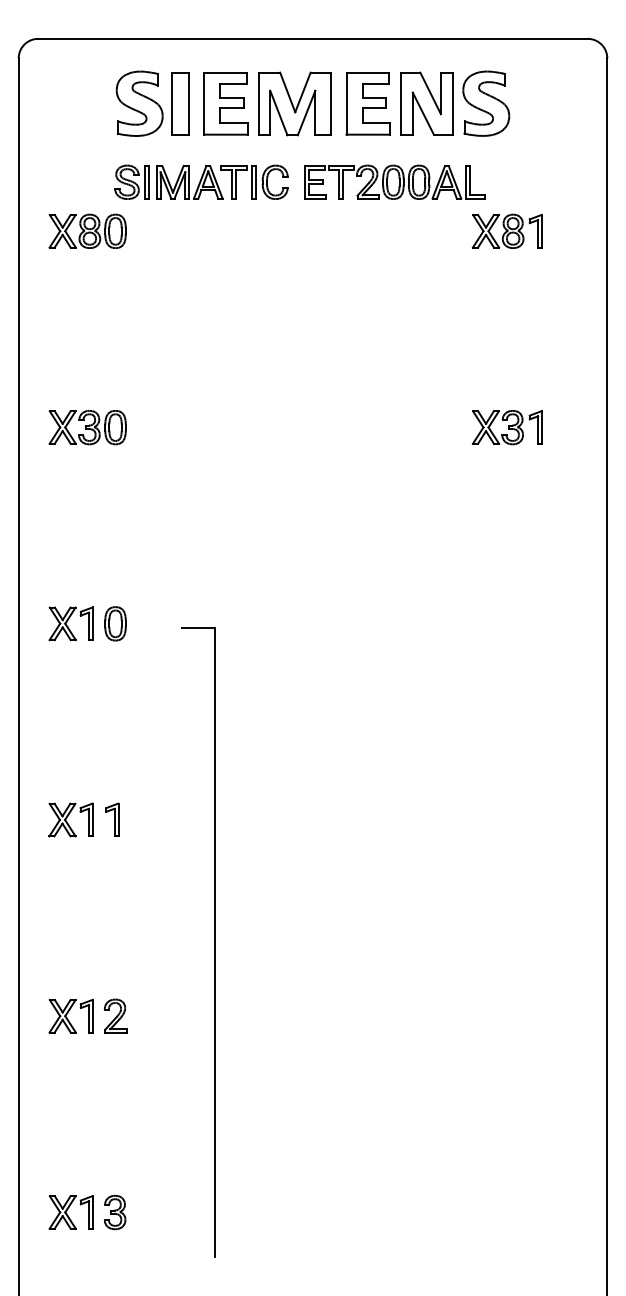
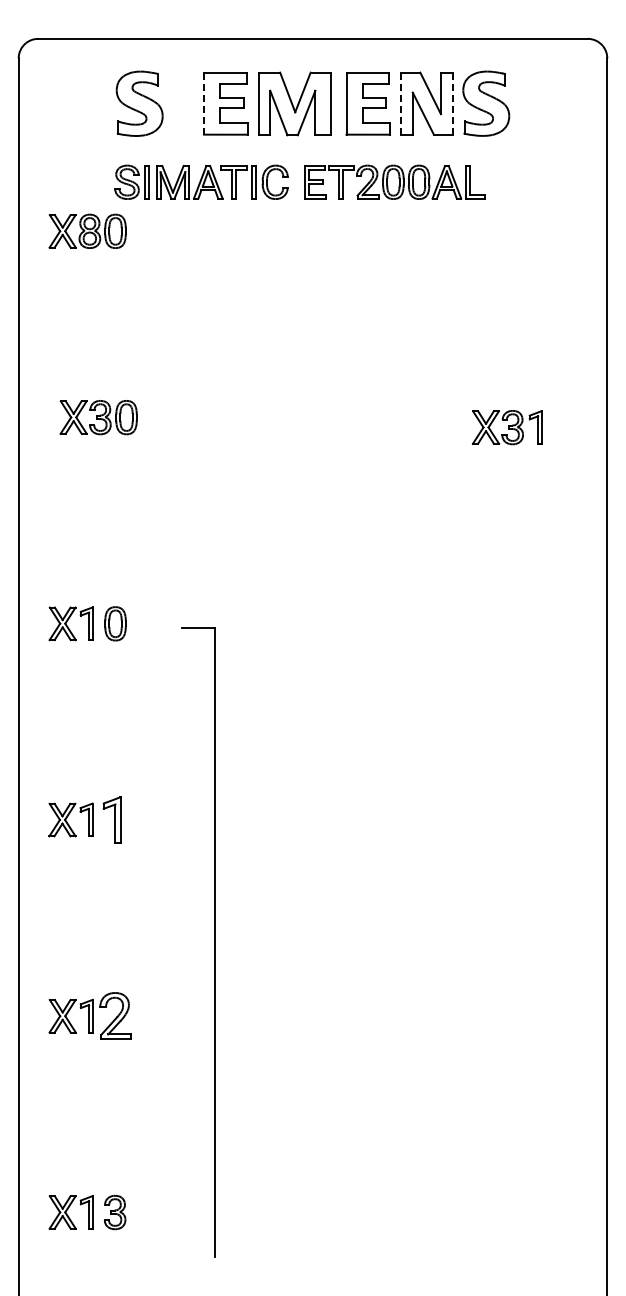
part at (180, 103): present -> none
line at (204, 103): solid -> dashed
line at (401, 103): solid -> dashed
line at (452, 103): solid -> dashed
part at (506, 230): present -> none
part at (87, 427) position: (87, 427) -> (98, 417)
part at (112, 819) size: 15x35 px -> 20x48 px
part at (115, 1015) size: 24x36 px -> 33x48 px
